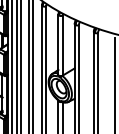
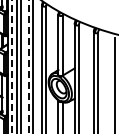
line at (12, 67): solid -> dashed
line at (28, 67): solid -> dashed
